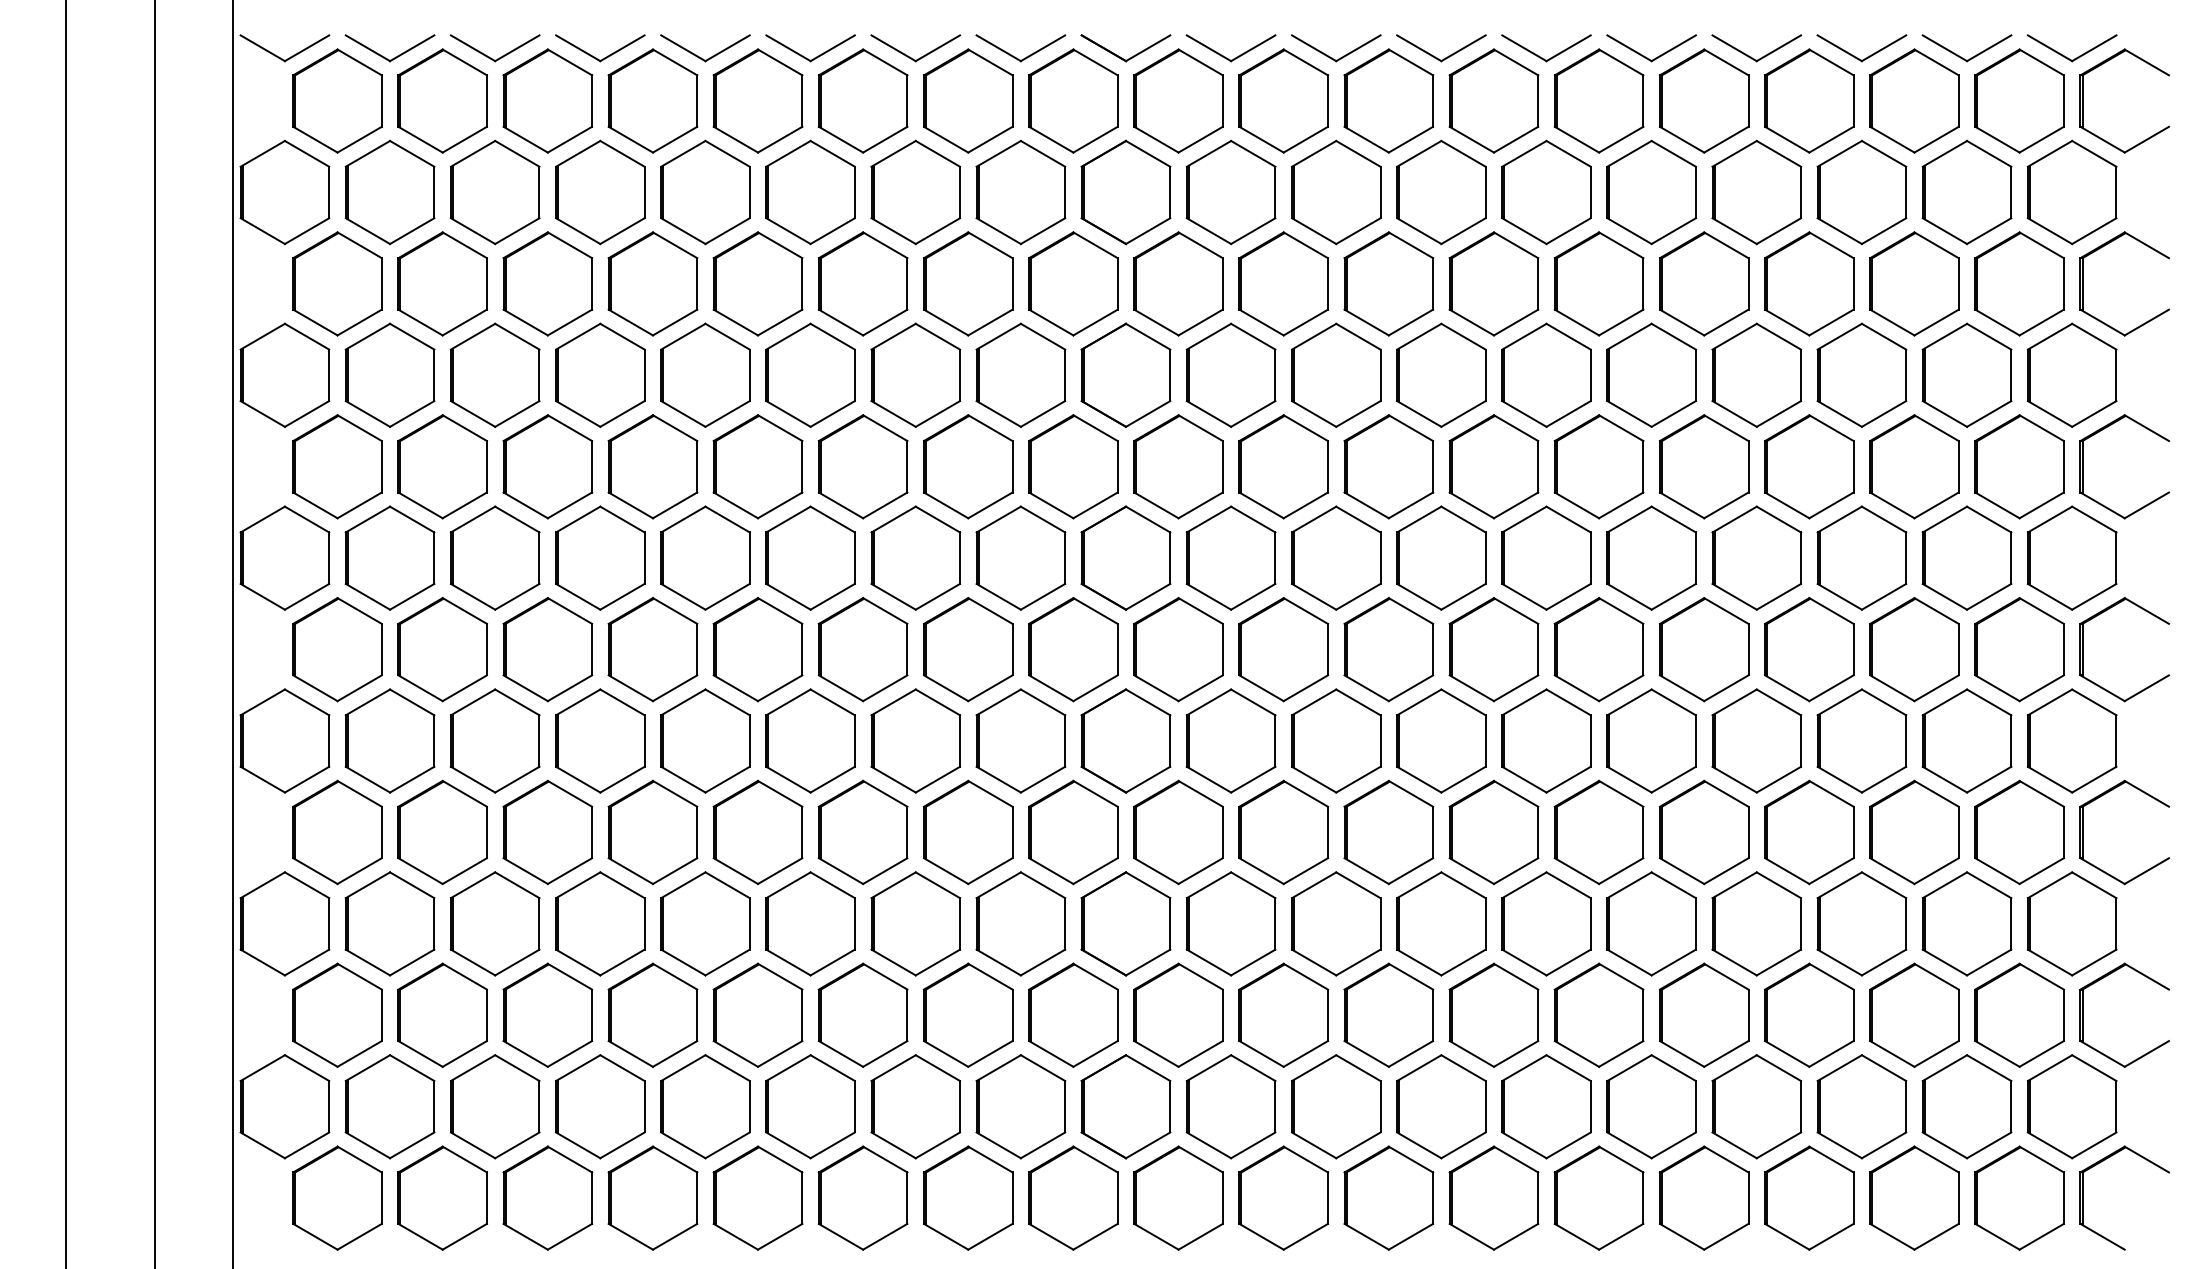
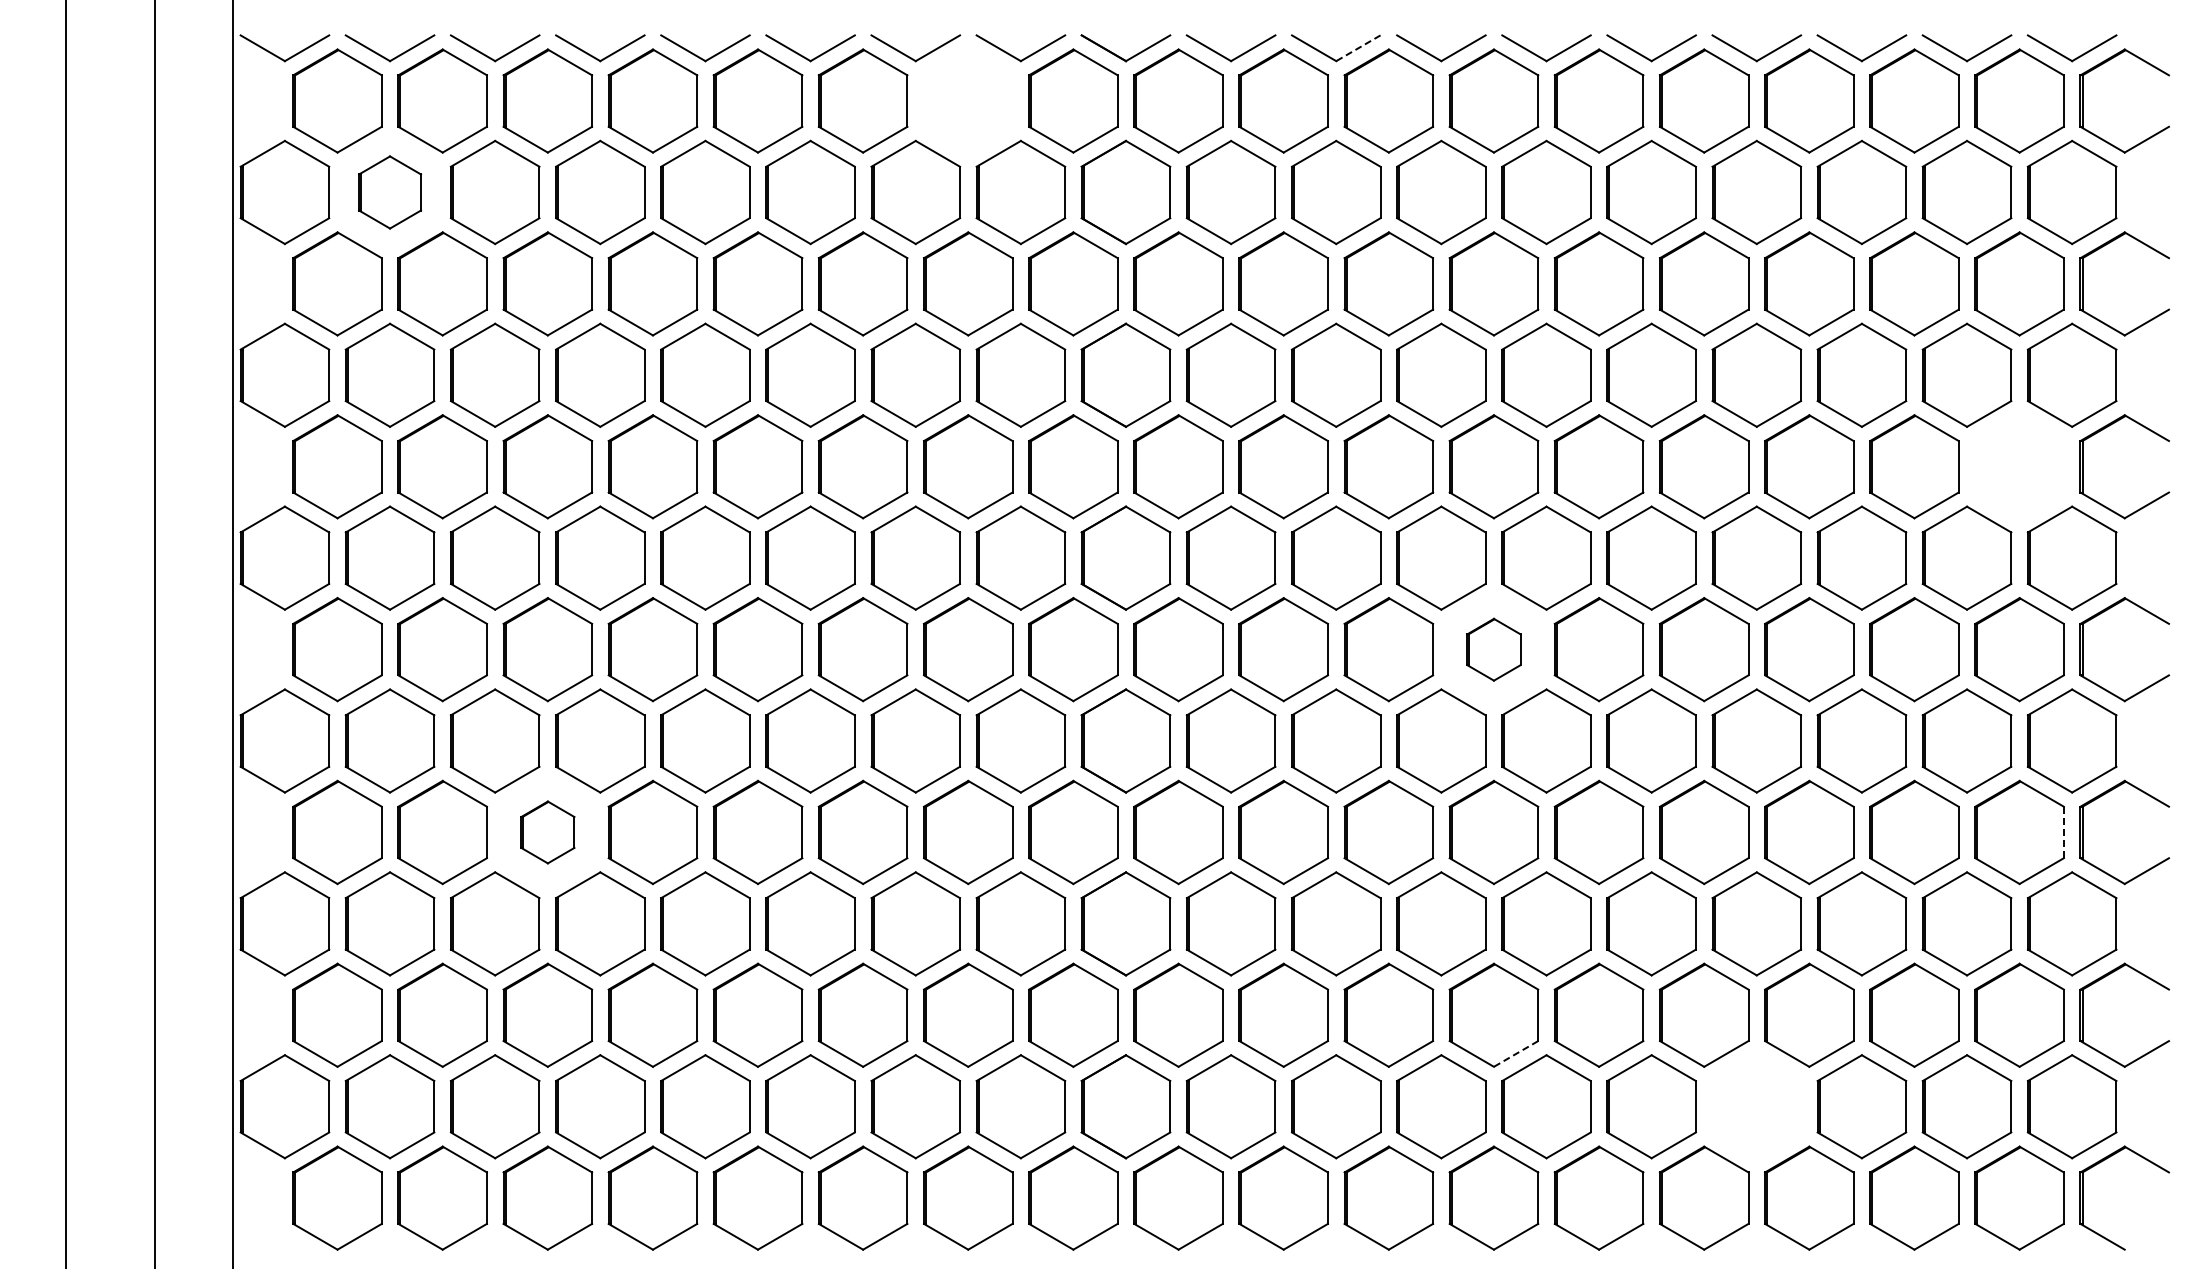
line at (1358, 48): solid -> dashed
part at (968, 100): present -> none
part at (389, 192) size: 92x107 px -> 65x75 px
part at (2019, 466): present -> none
part at (1493, 649) size: 92x106 px -> 56x65 px
part at (547, 832) size: 92x107 px -> 56x65 px
line at (2063, 832): solid -> dashed
line at (1516, 1053): solid -> dashed
part at (1756, 1106): present -> none
